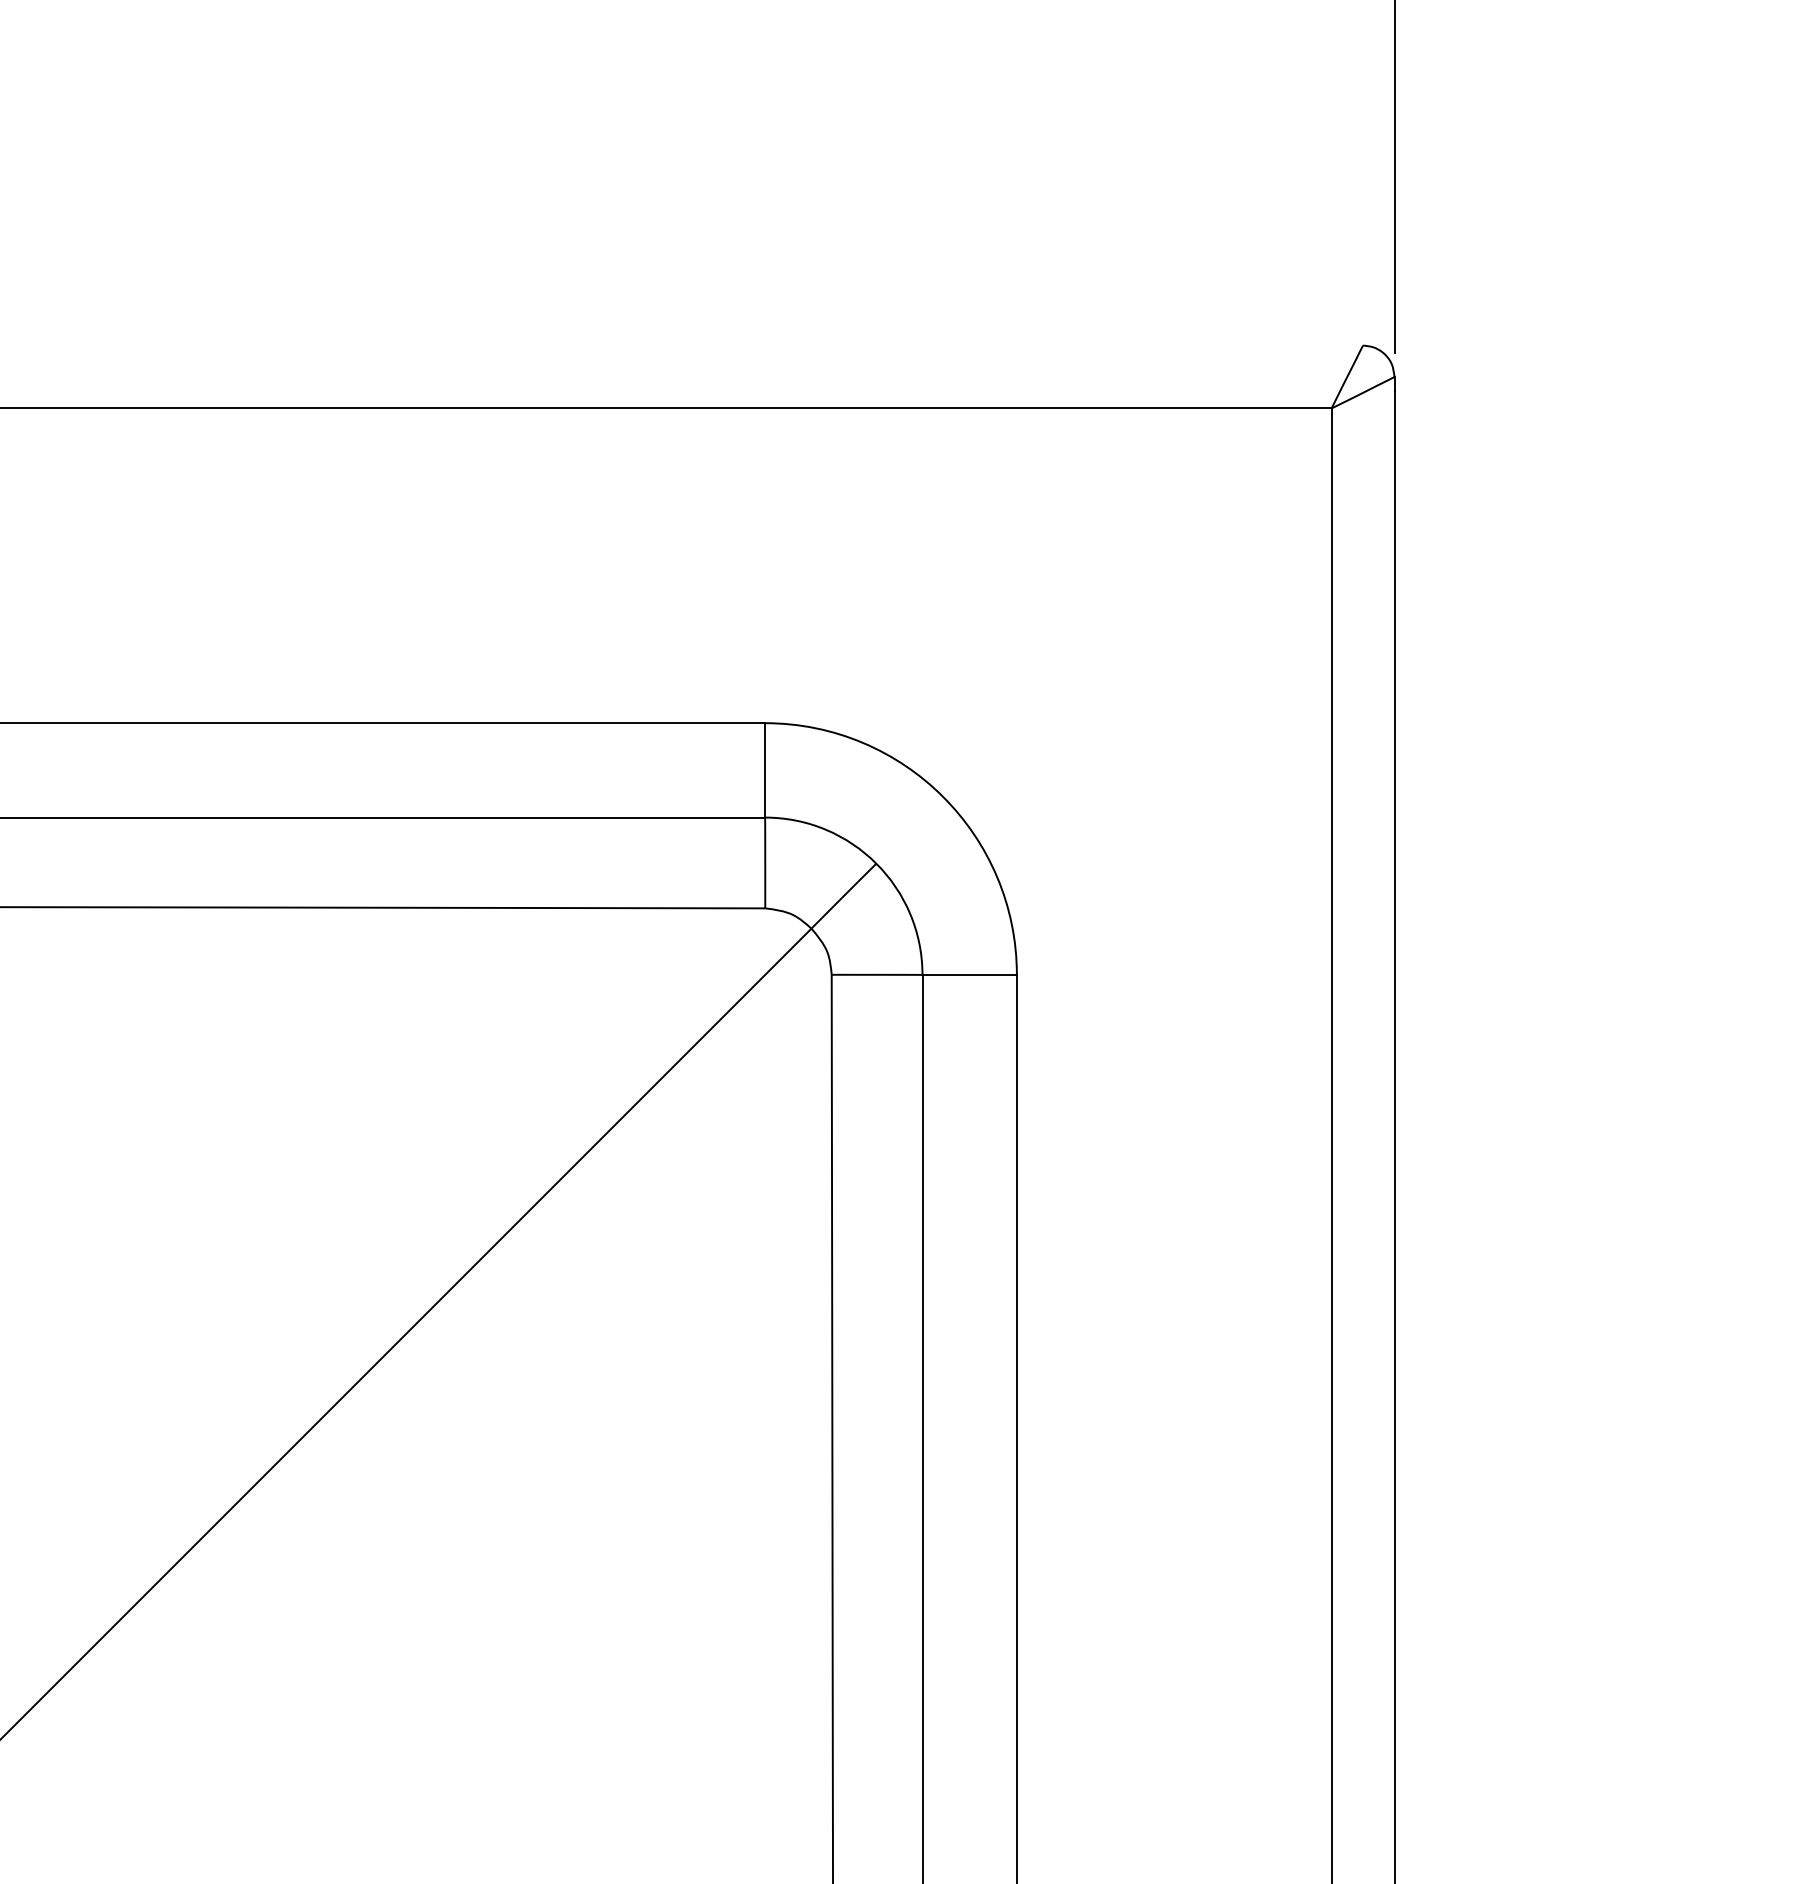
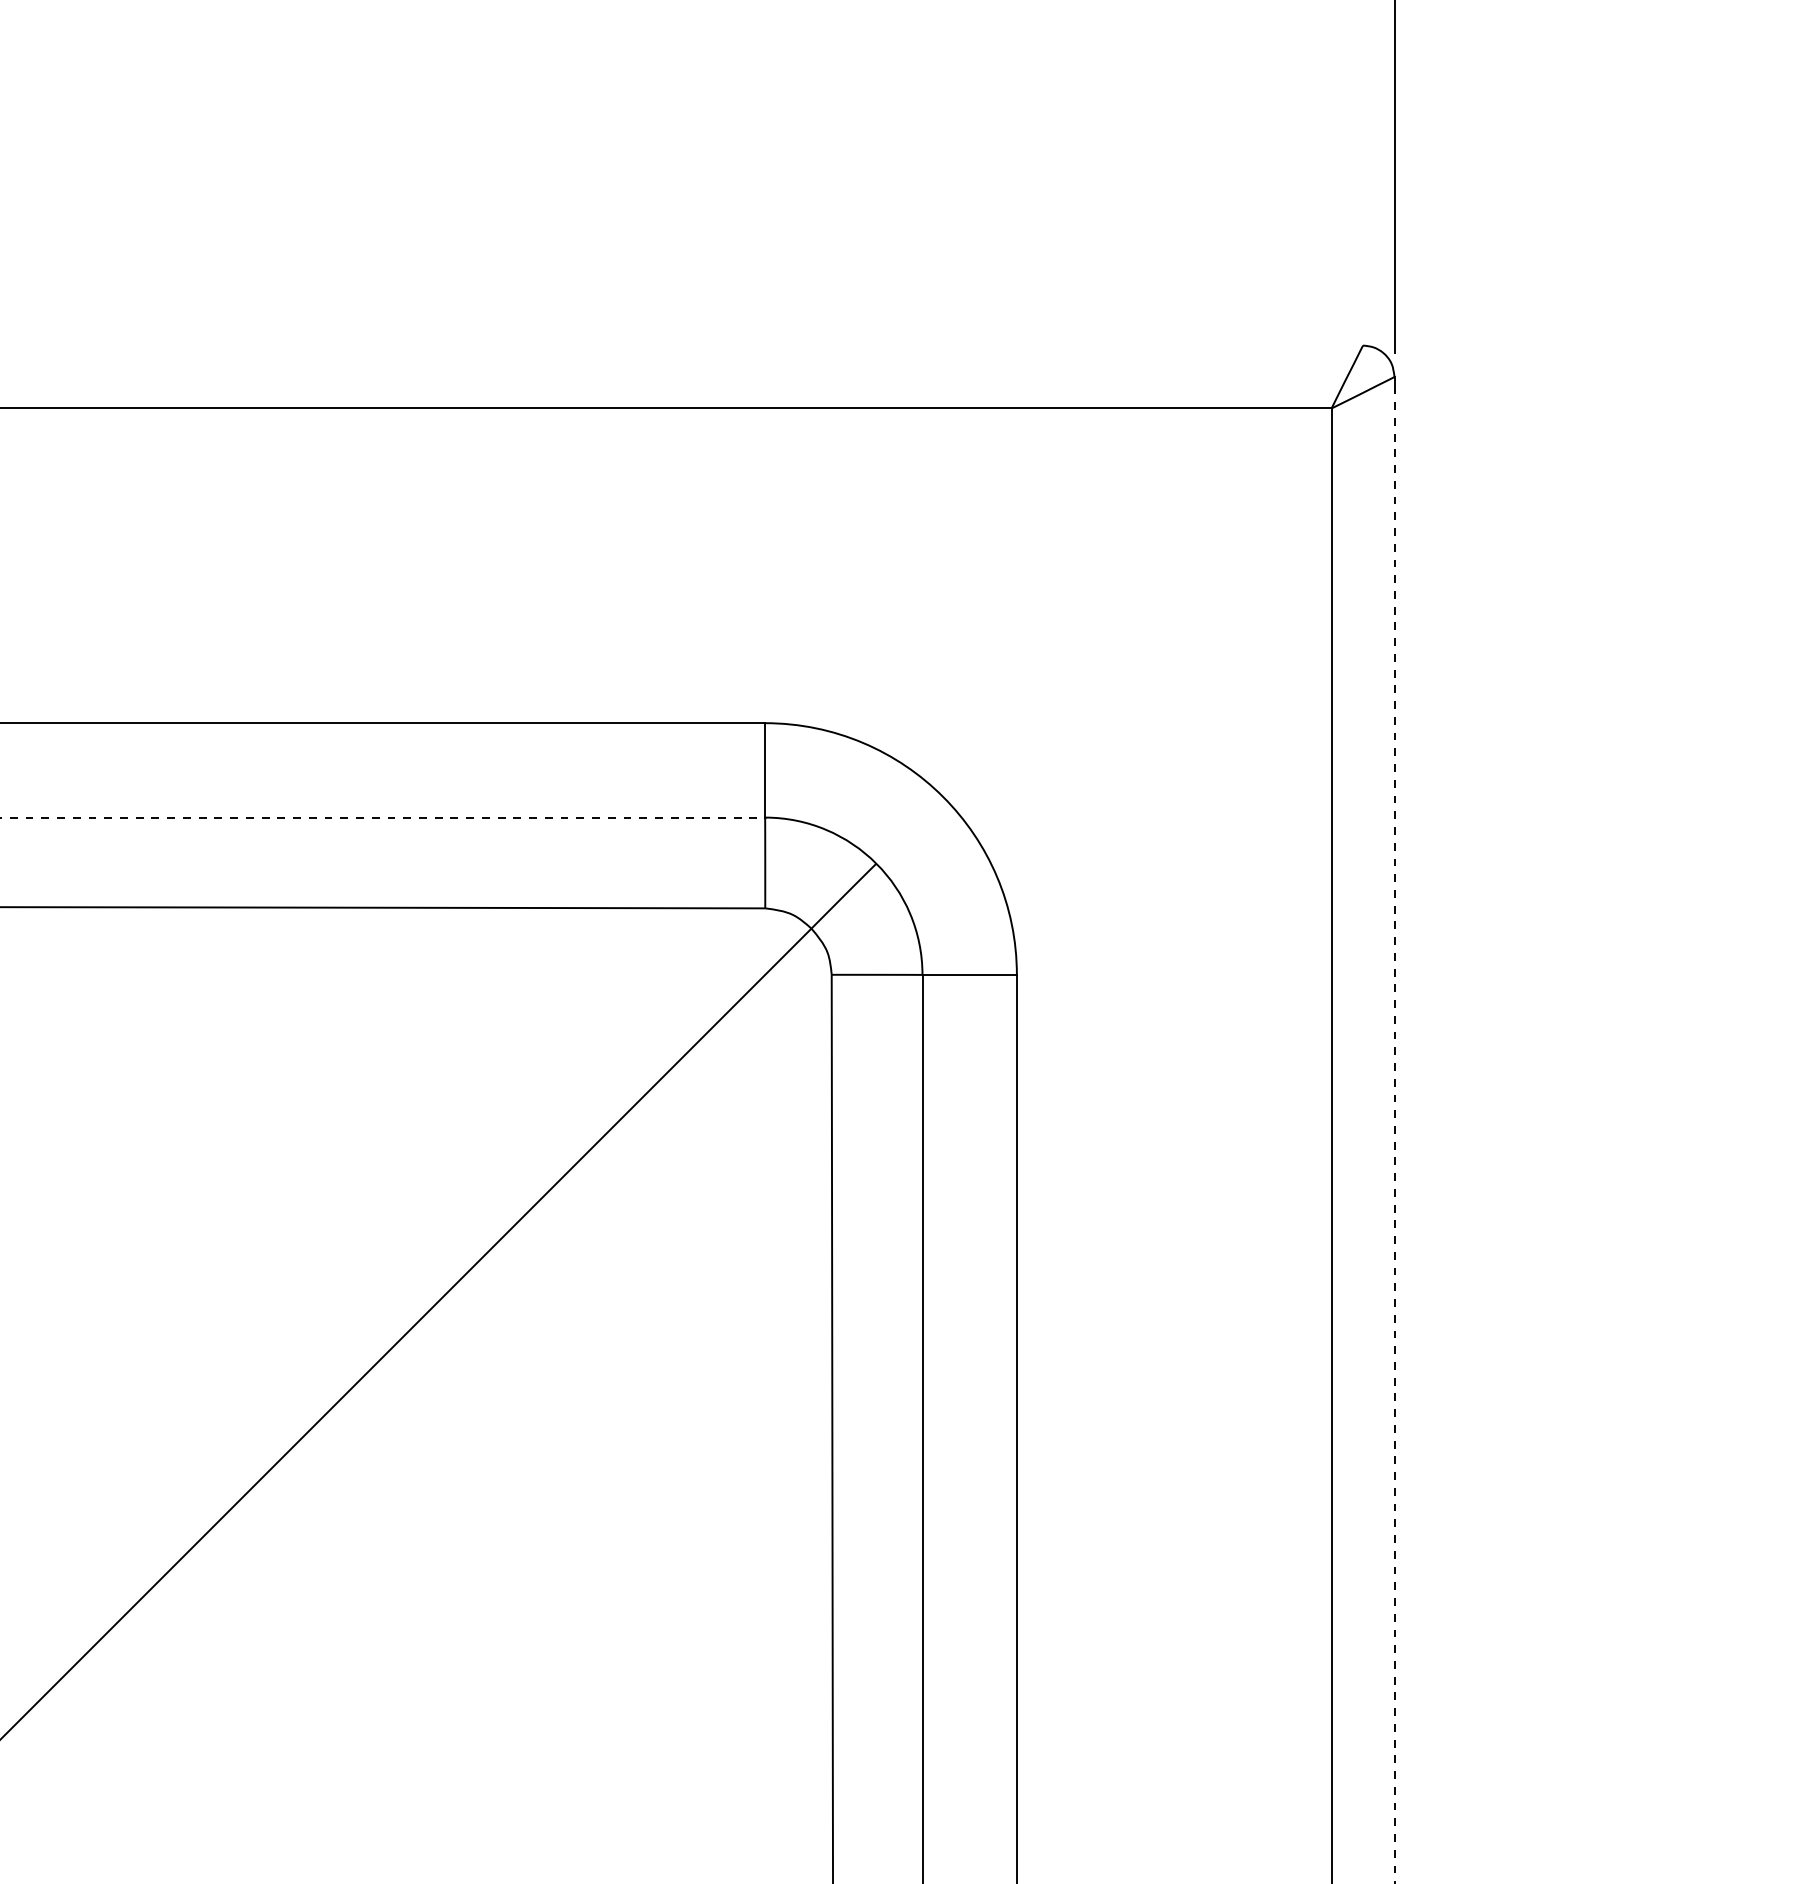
line at (382, 817): solid -> dashed
line at (1394, 1136): solid -> dashed
